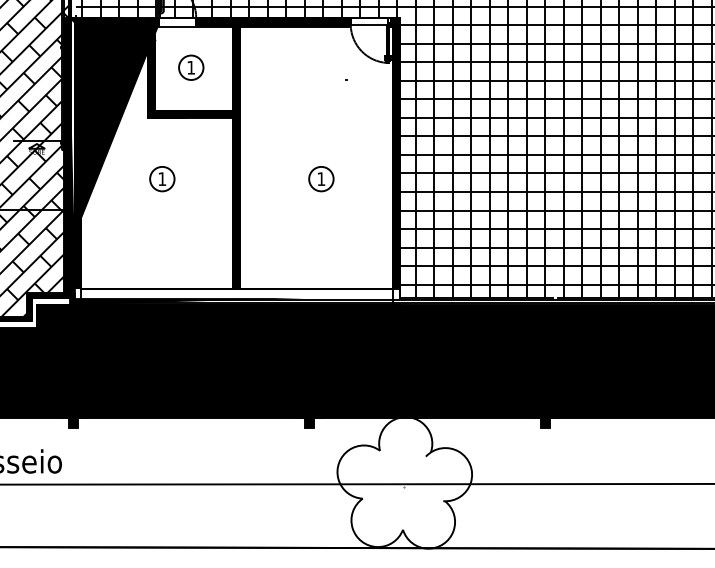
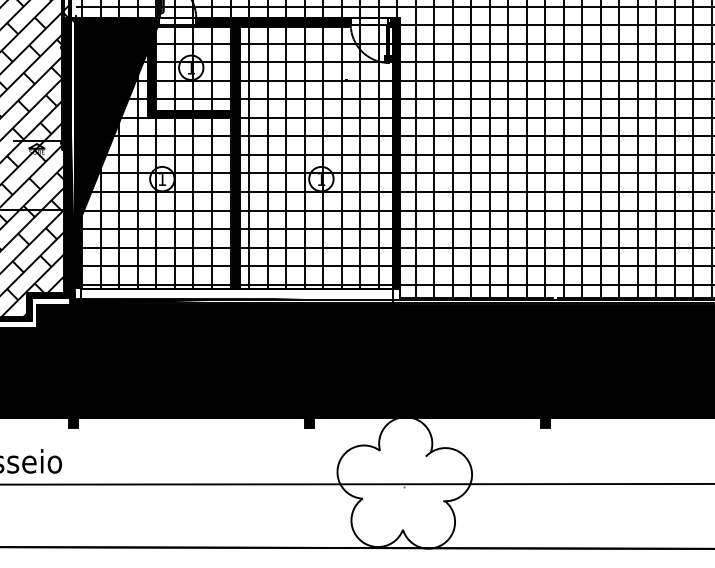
hatch at (236, 153): none -> present
